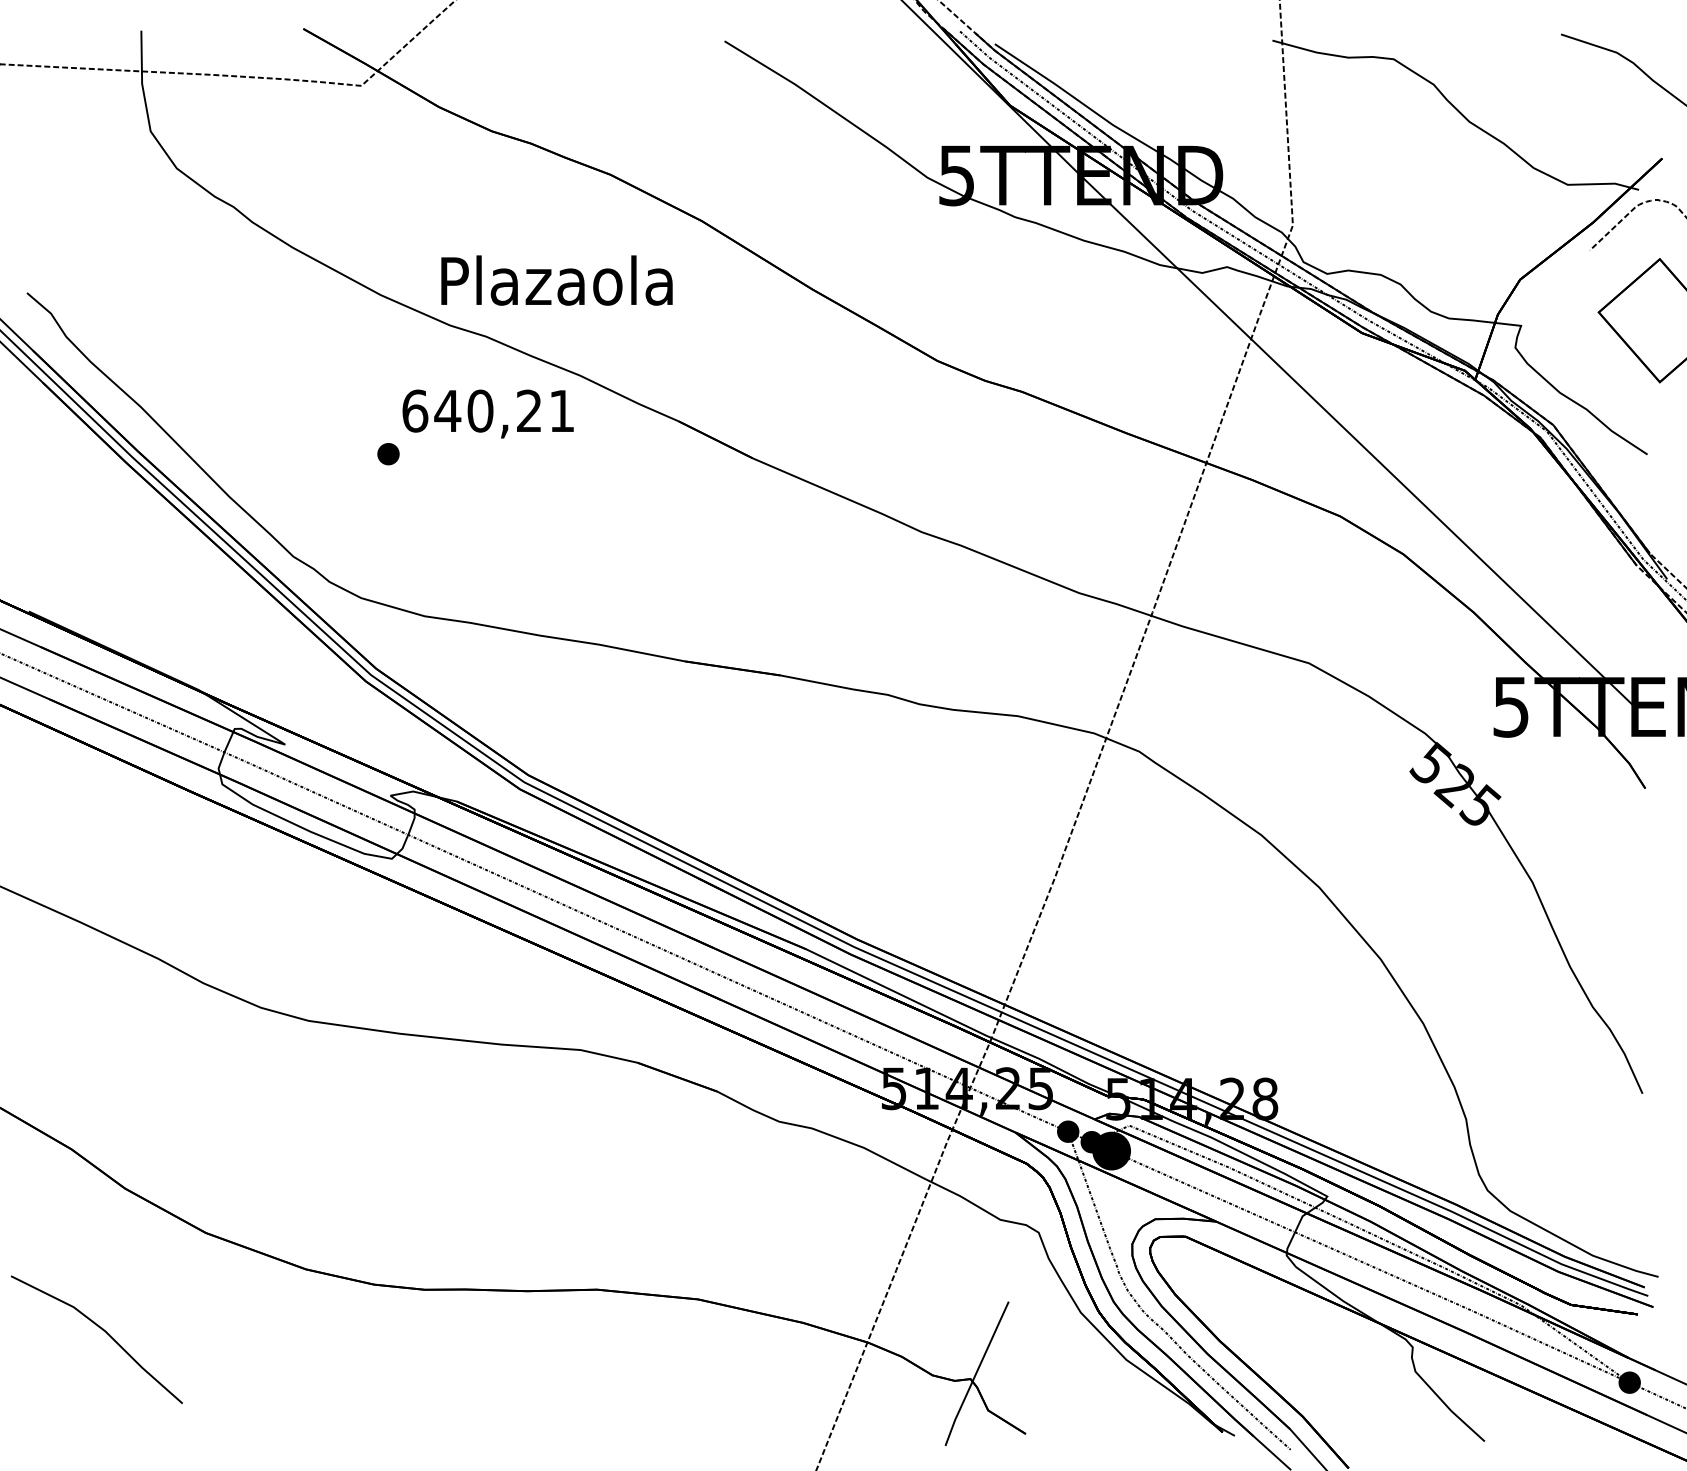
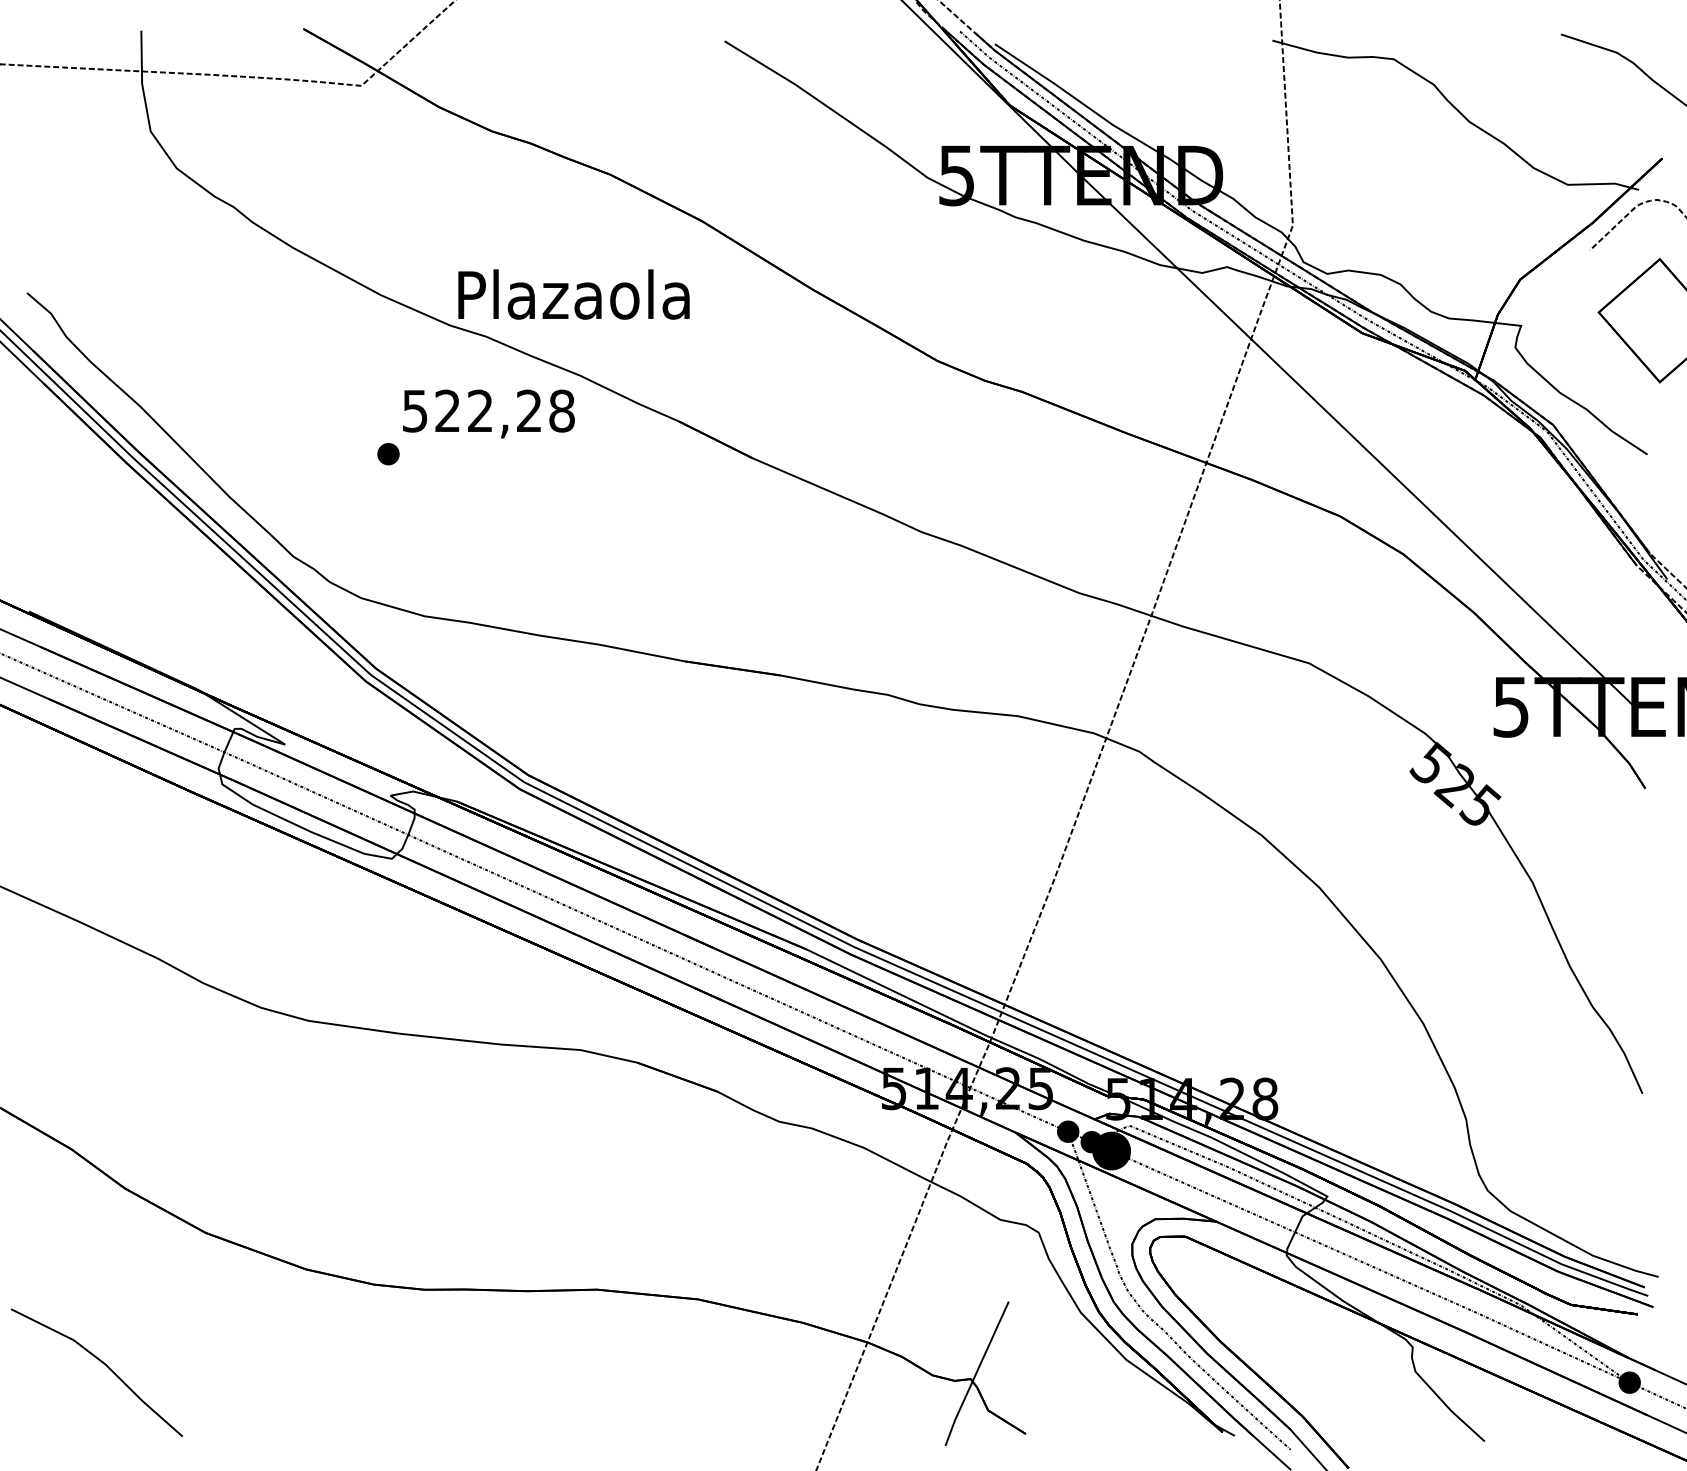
text at (556, 280) position: (556, 280) -> (573, 294)
text at (488, 410): 640,21 -> 522,28
line at (103, 1331) position: (103, 1331) -> (103, 1364)
